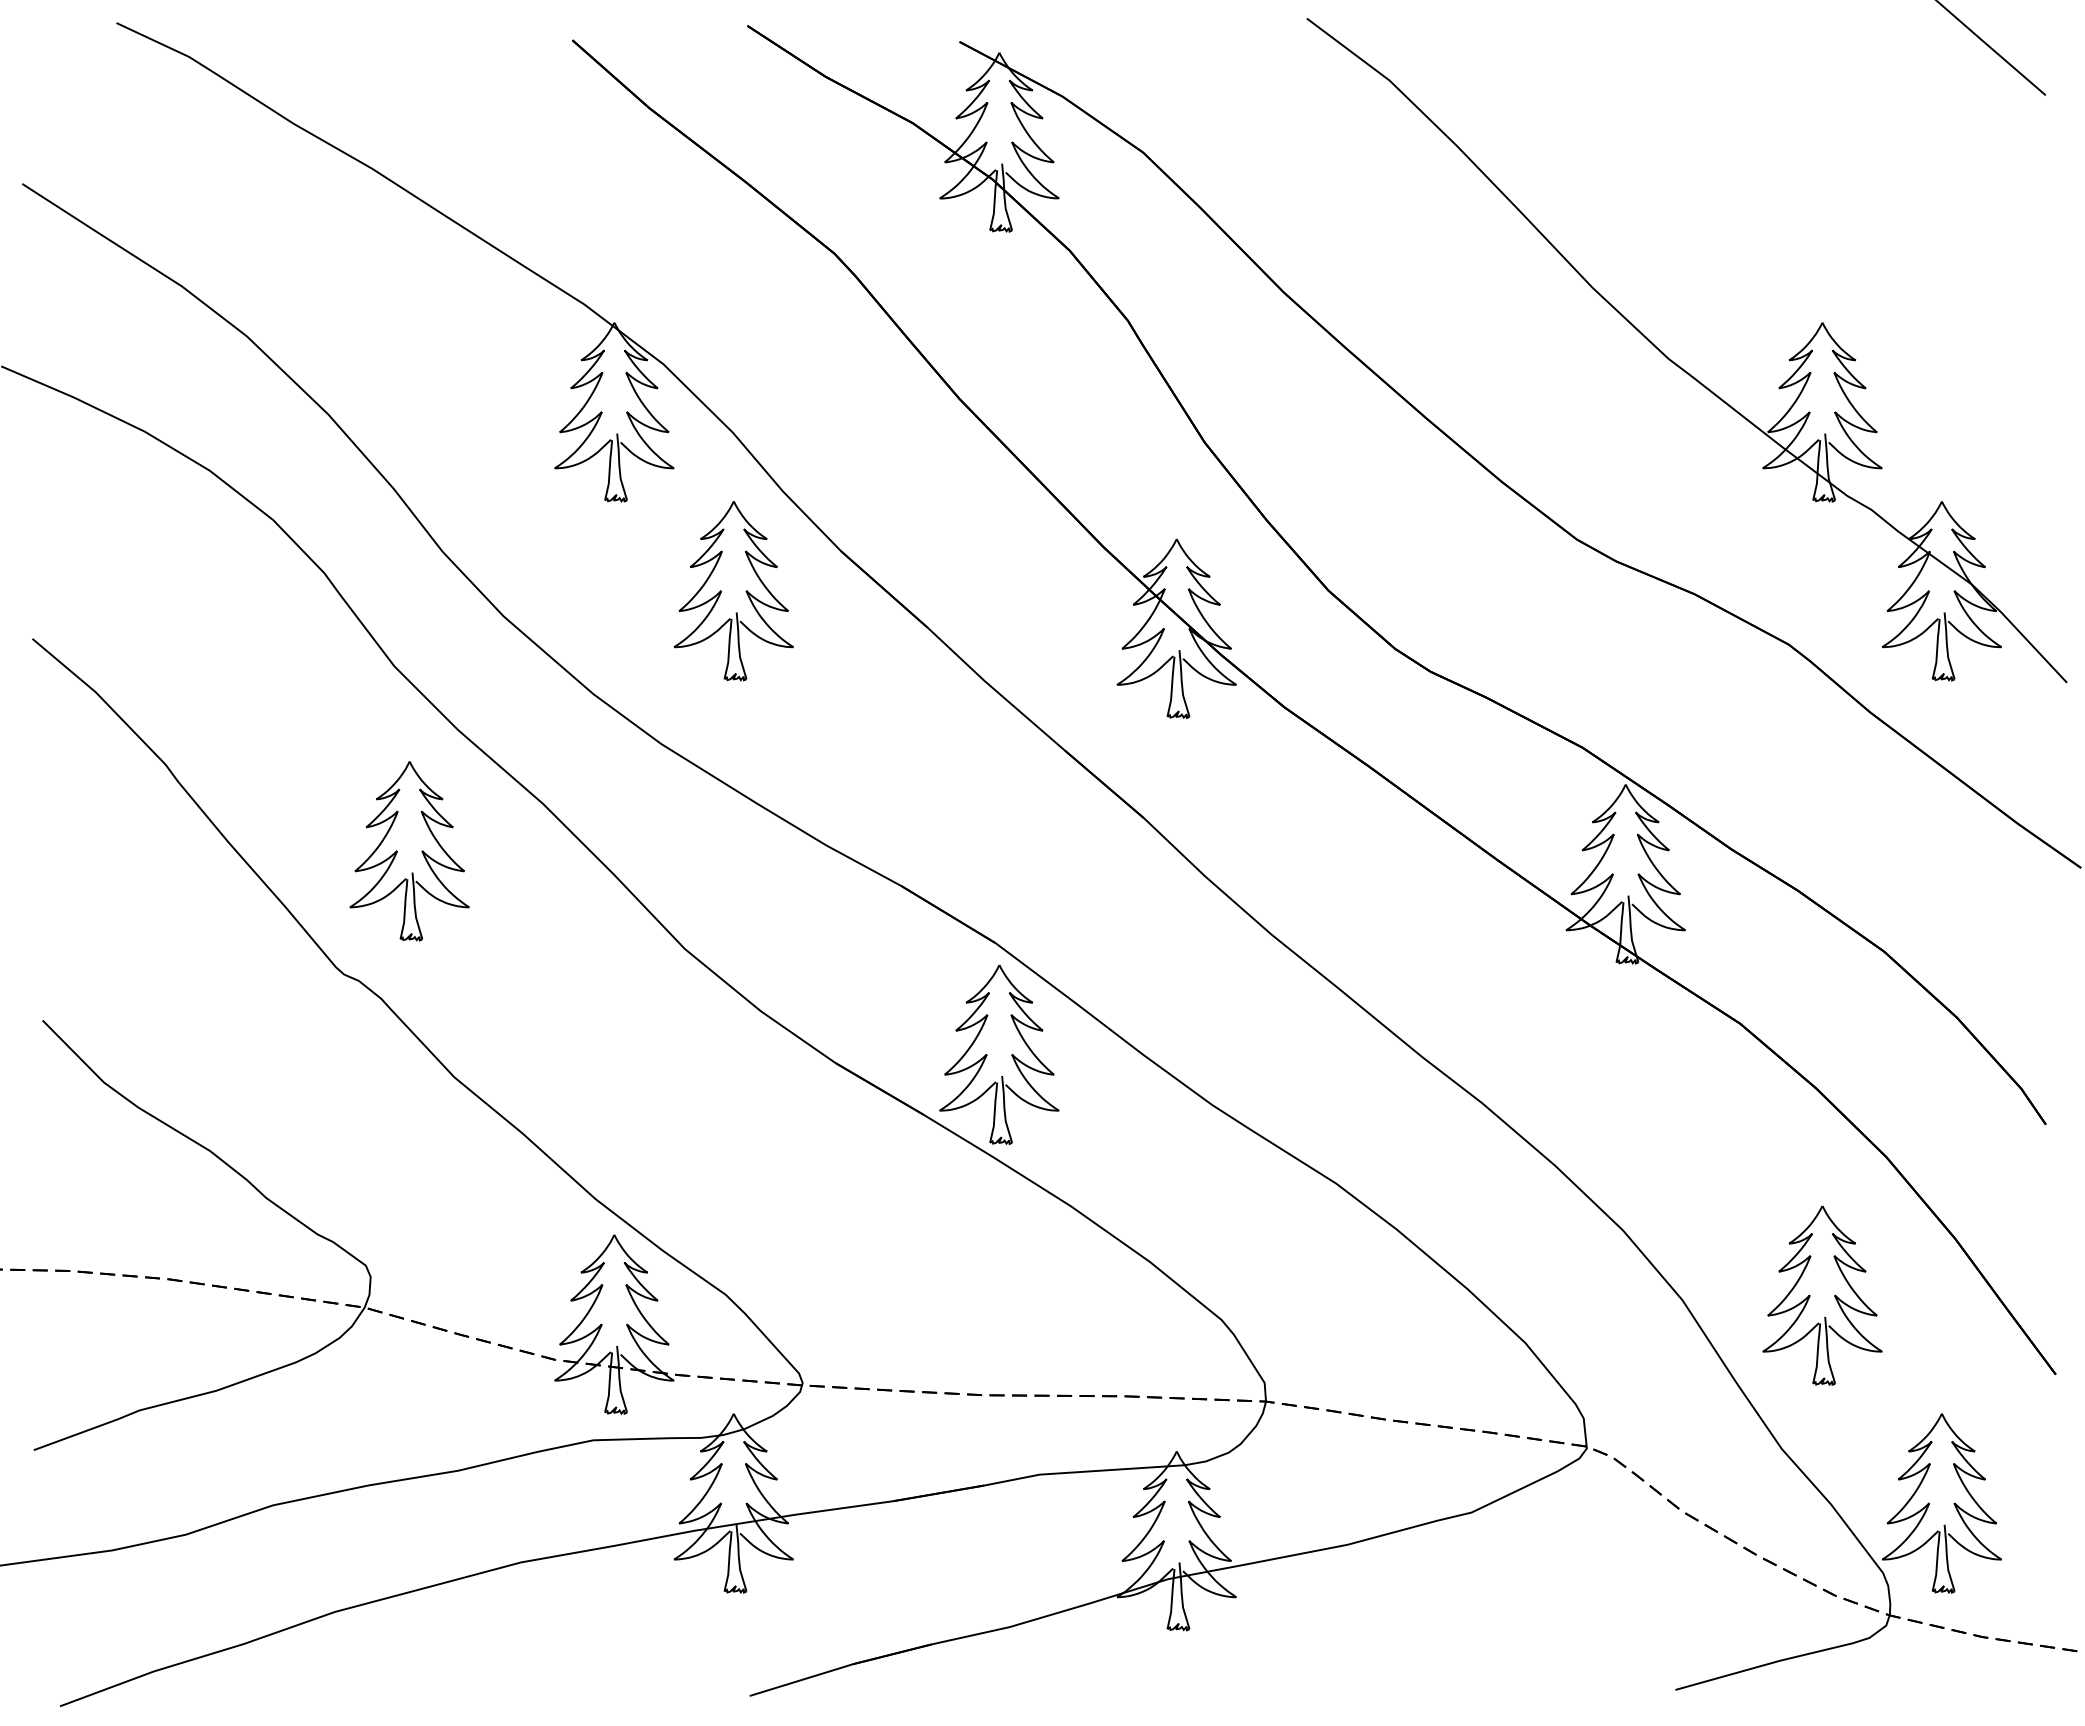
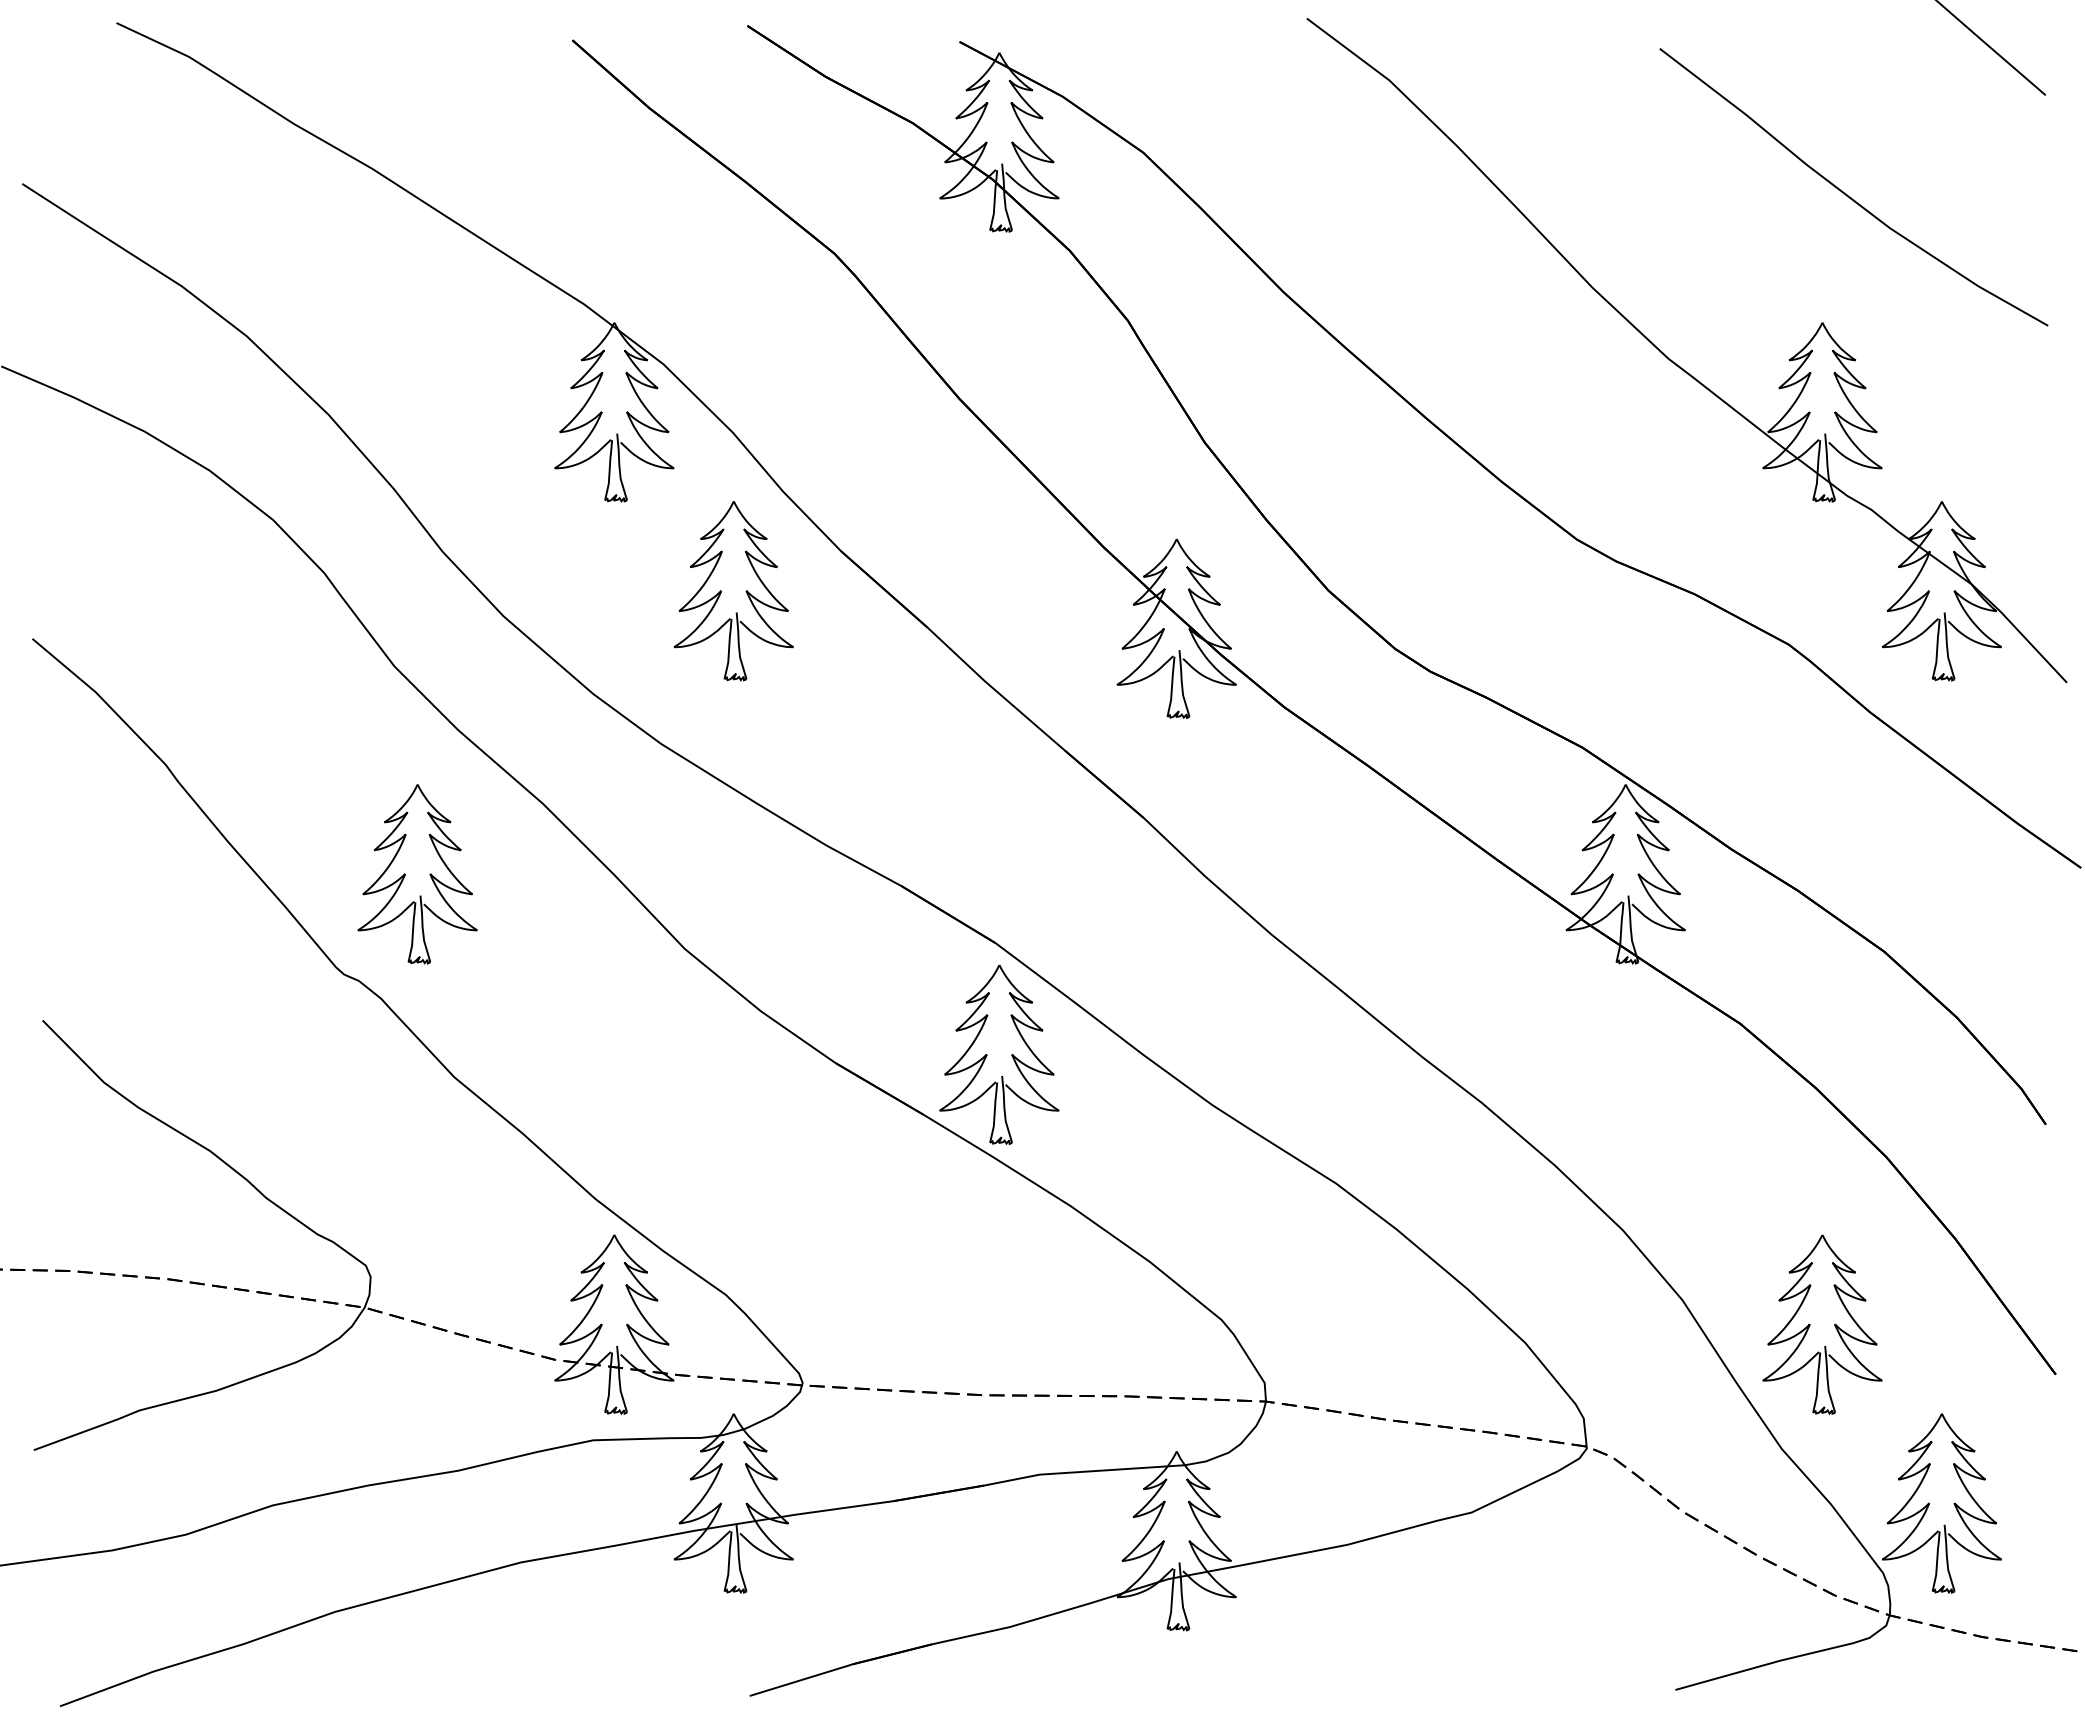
curve at (1846, 193): none -> present
part at (409, 851) position: (409, 851) -> (417, 874)
part at (1810, 1295) position: (1810, 1295) -> (1810, 1324)
